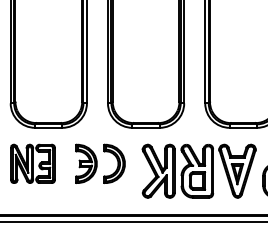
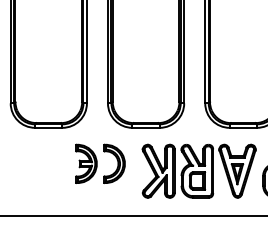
part at (32, 163): present -> none
line at (133, 214): present -> none
line at (133, 222): present -> none
